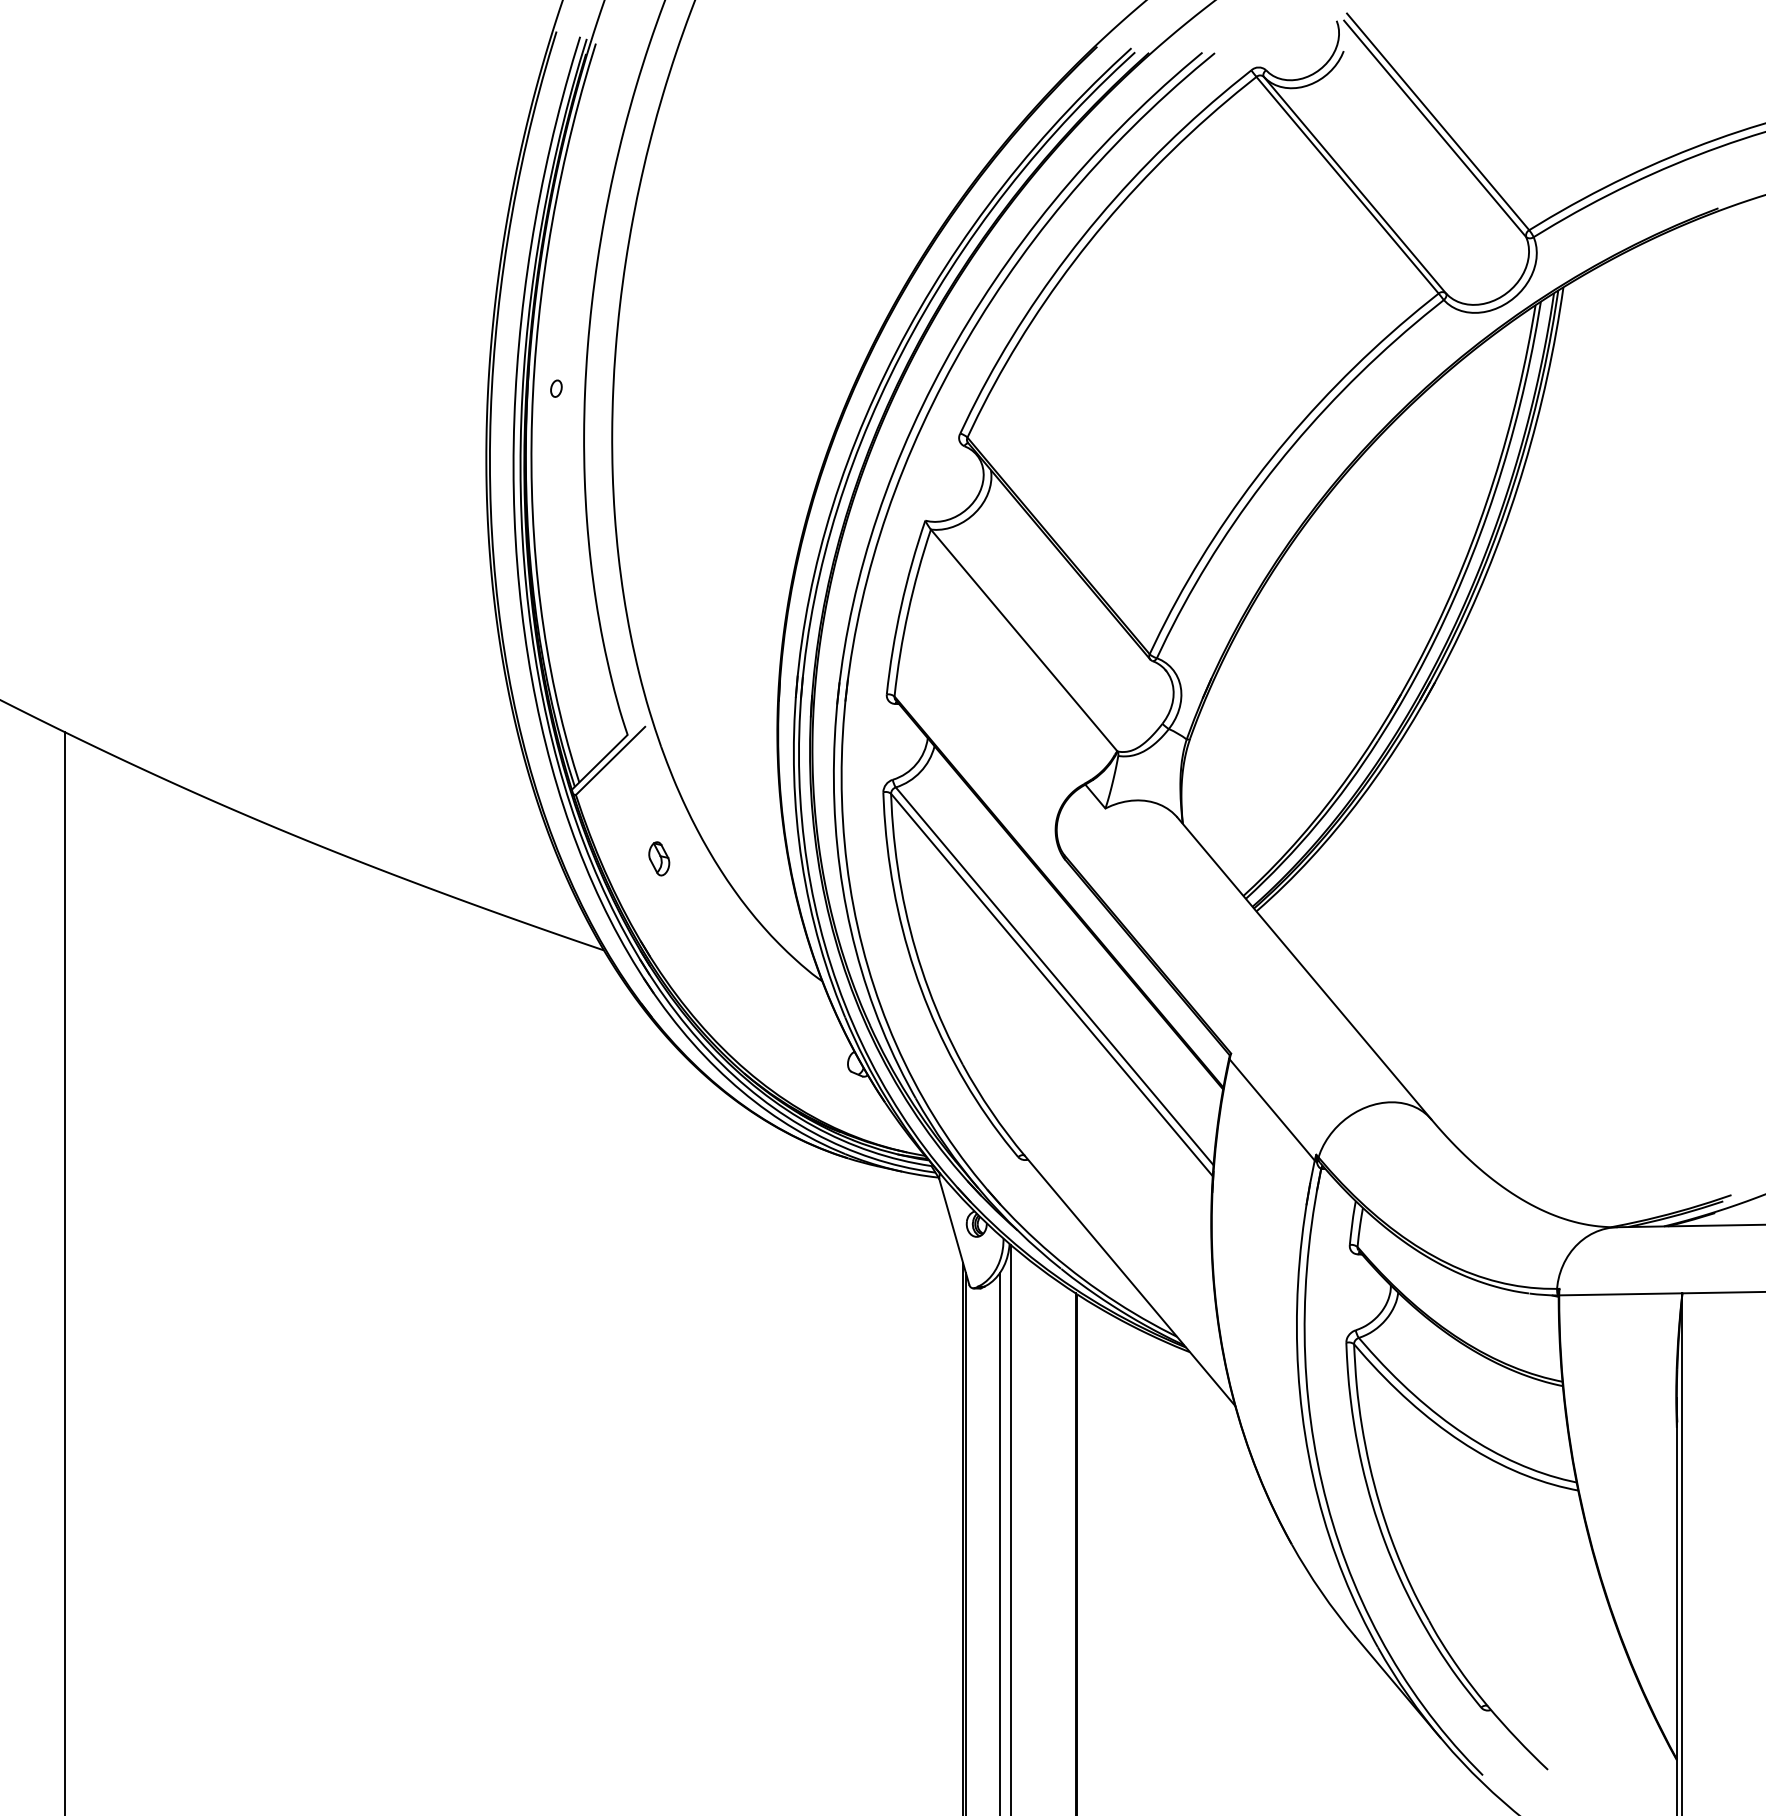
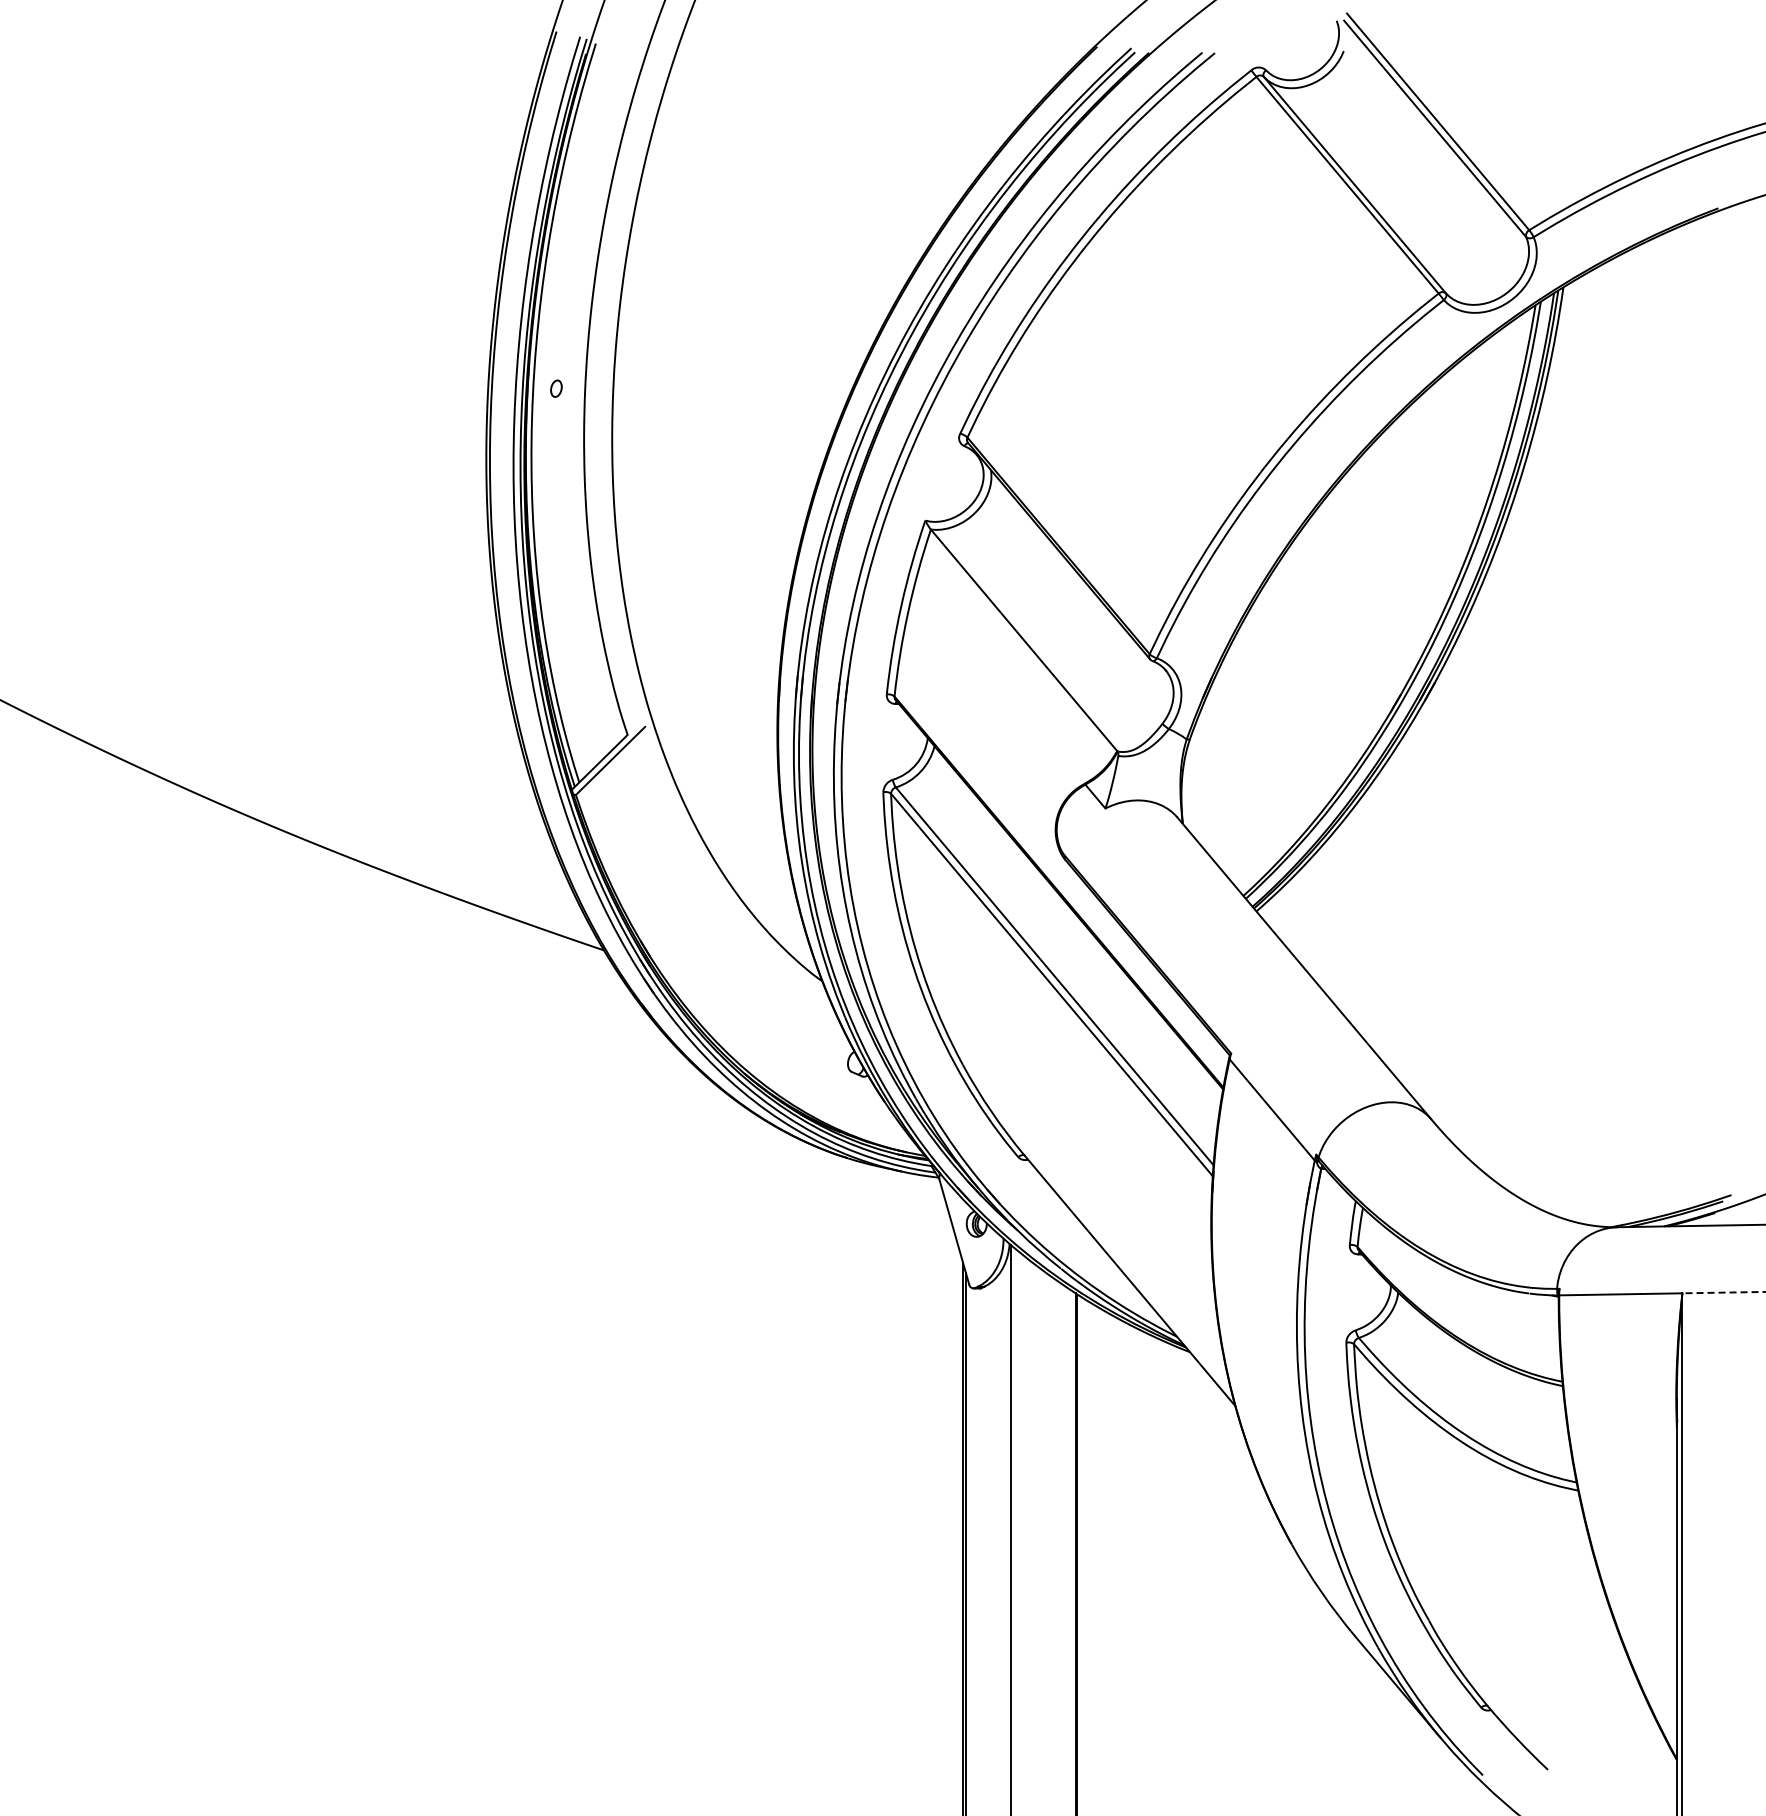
part at (659, 858): present -> none
line at (65, 1272): present -> none
line at (1723, 1292): solid -> dashed
line at (1000, 1542): present -> none
